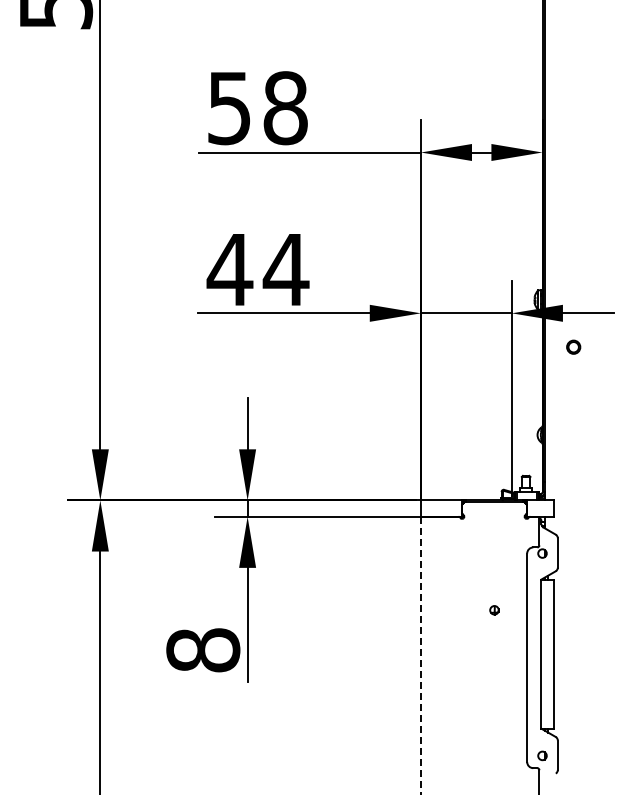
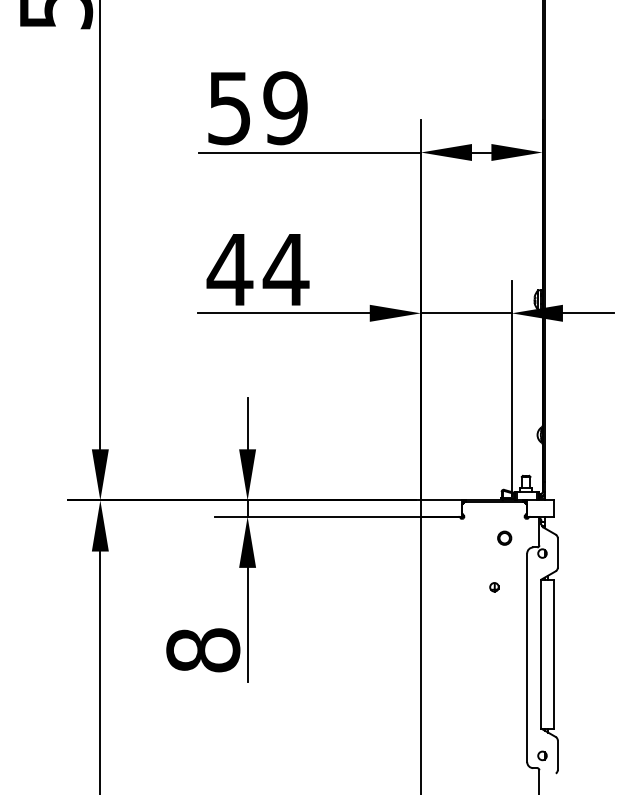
text at (285, 108): 58 -> 59
circle at (573, 346) position: (573, 346) -> (504, 537)
part at (494, 610) position: (494, 610) -> (494, 587)
line at (420, 655): dashed -> solid
